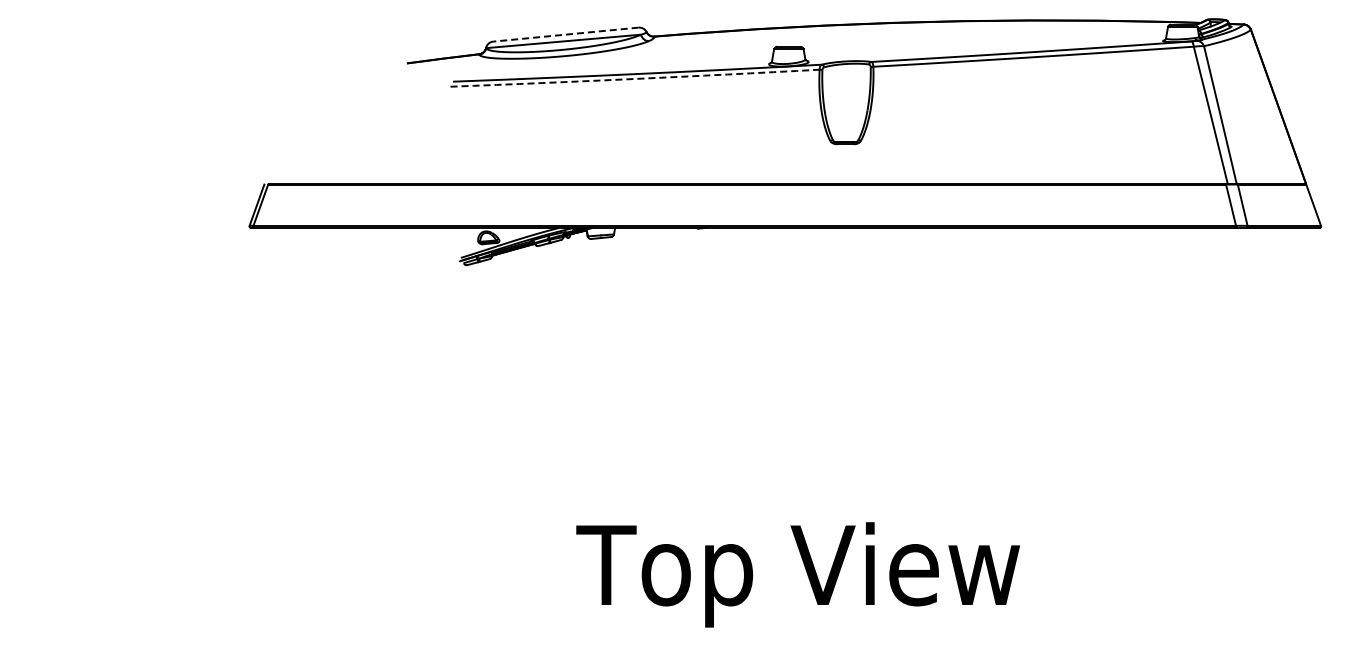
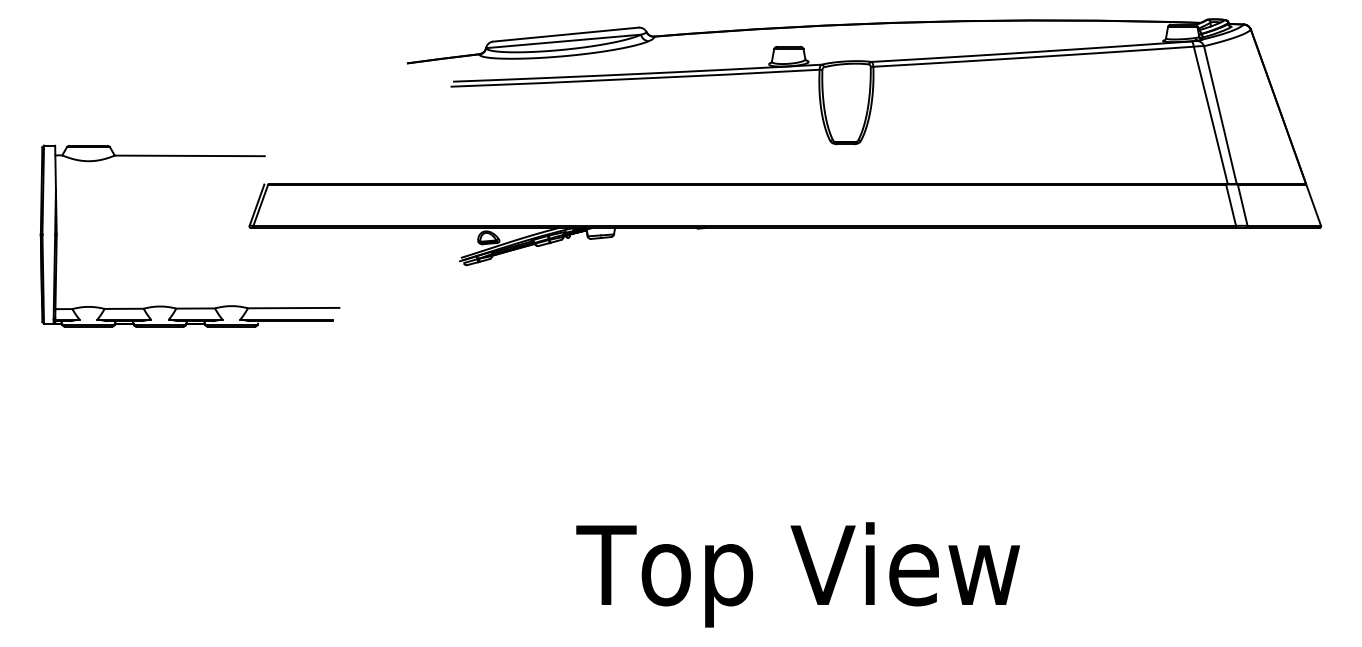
line at (565, 34): dashed -> solid
arc at (635, 78): dashed -> solid
part at (189, 307): none -> present
